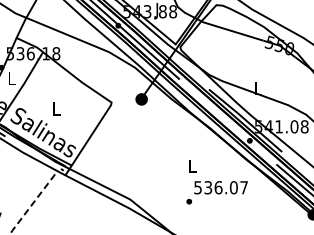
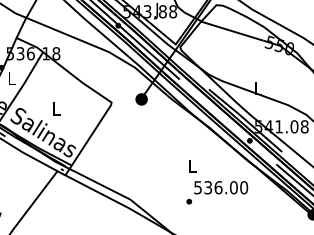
text at (244, 187): 536.07 -> 536.00
line at (33, 202): dashed -> solid
